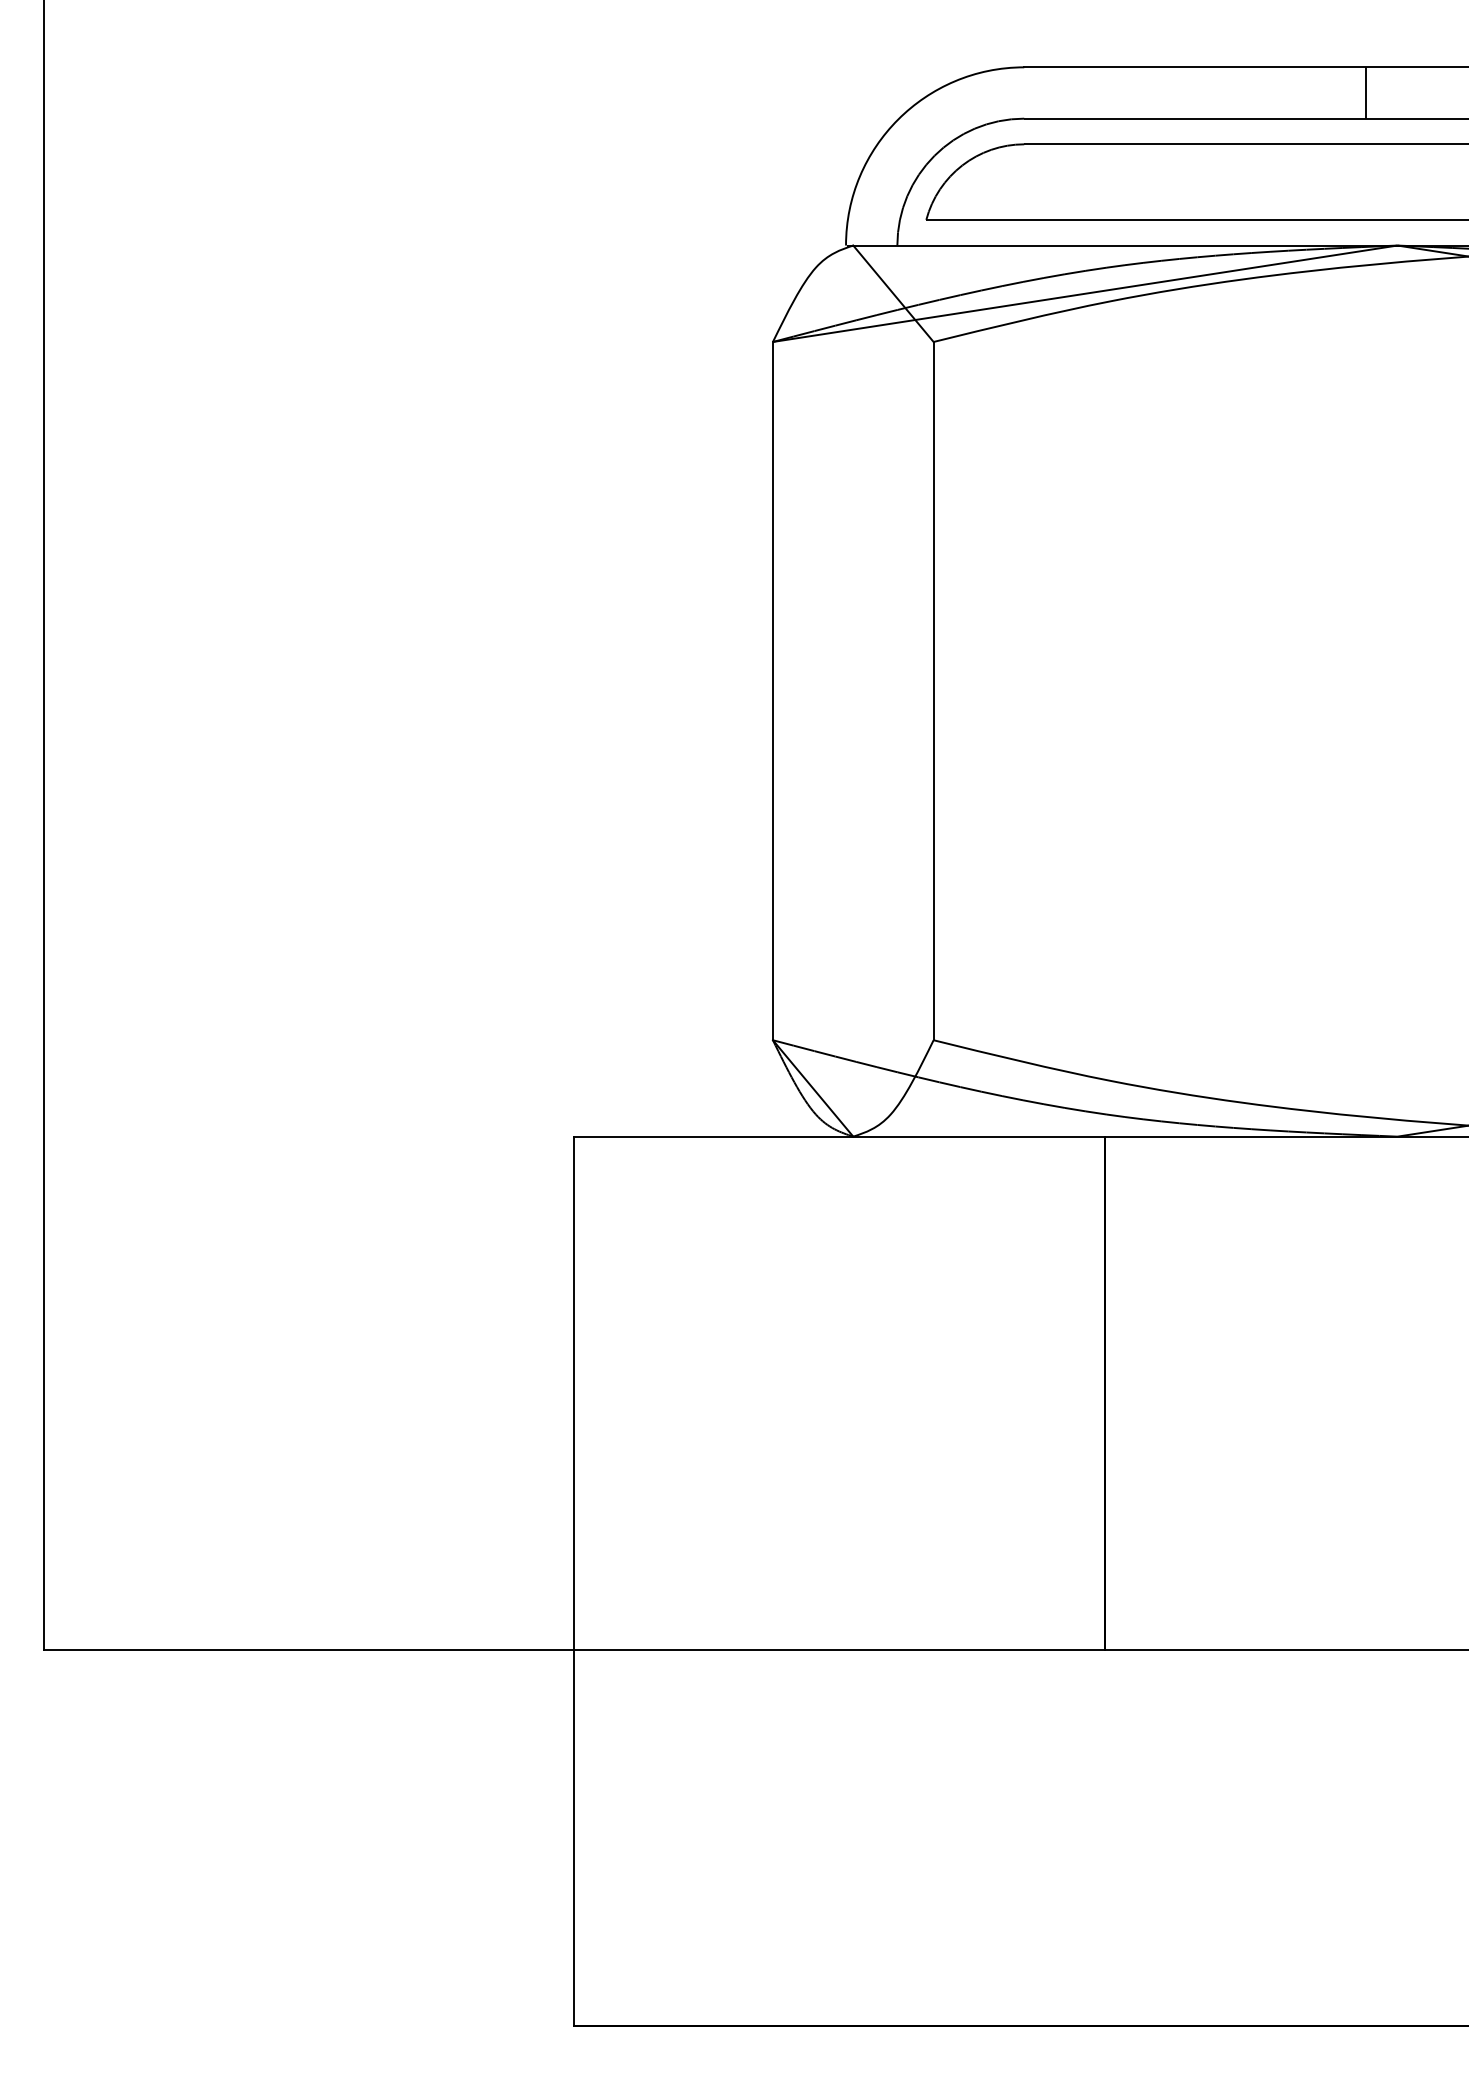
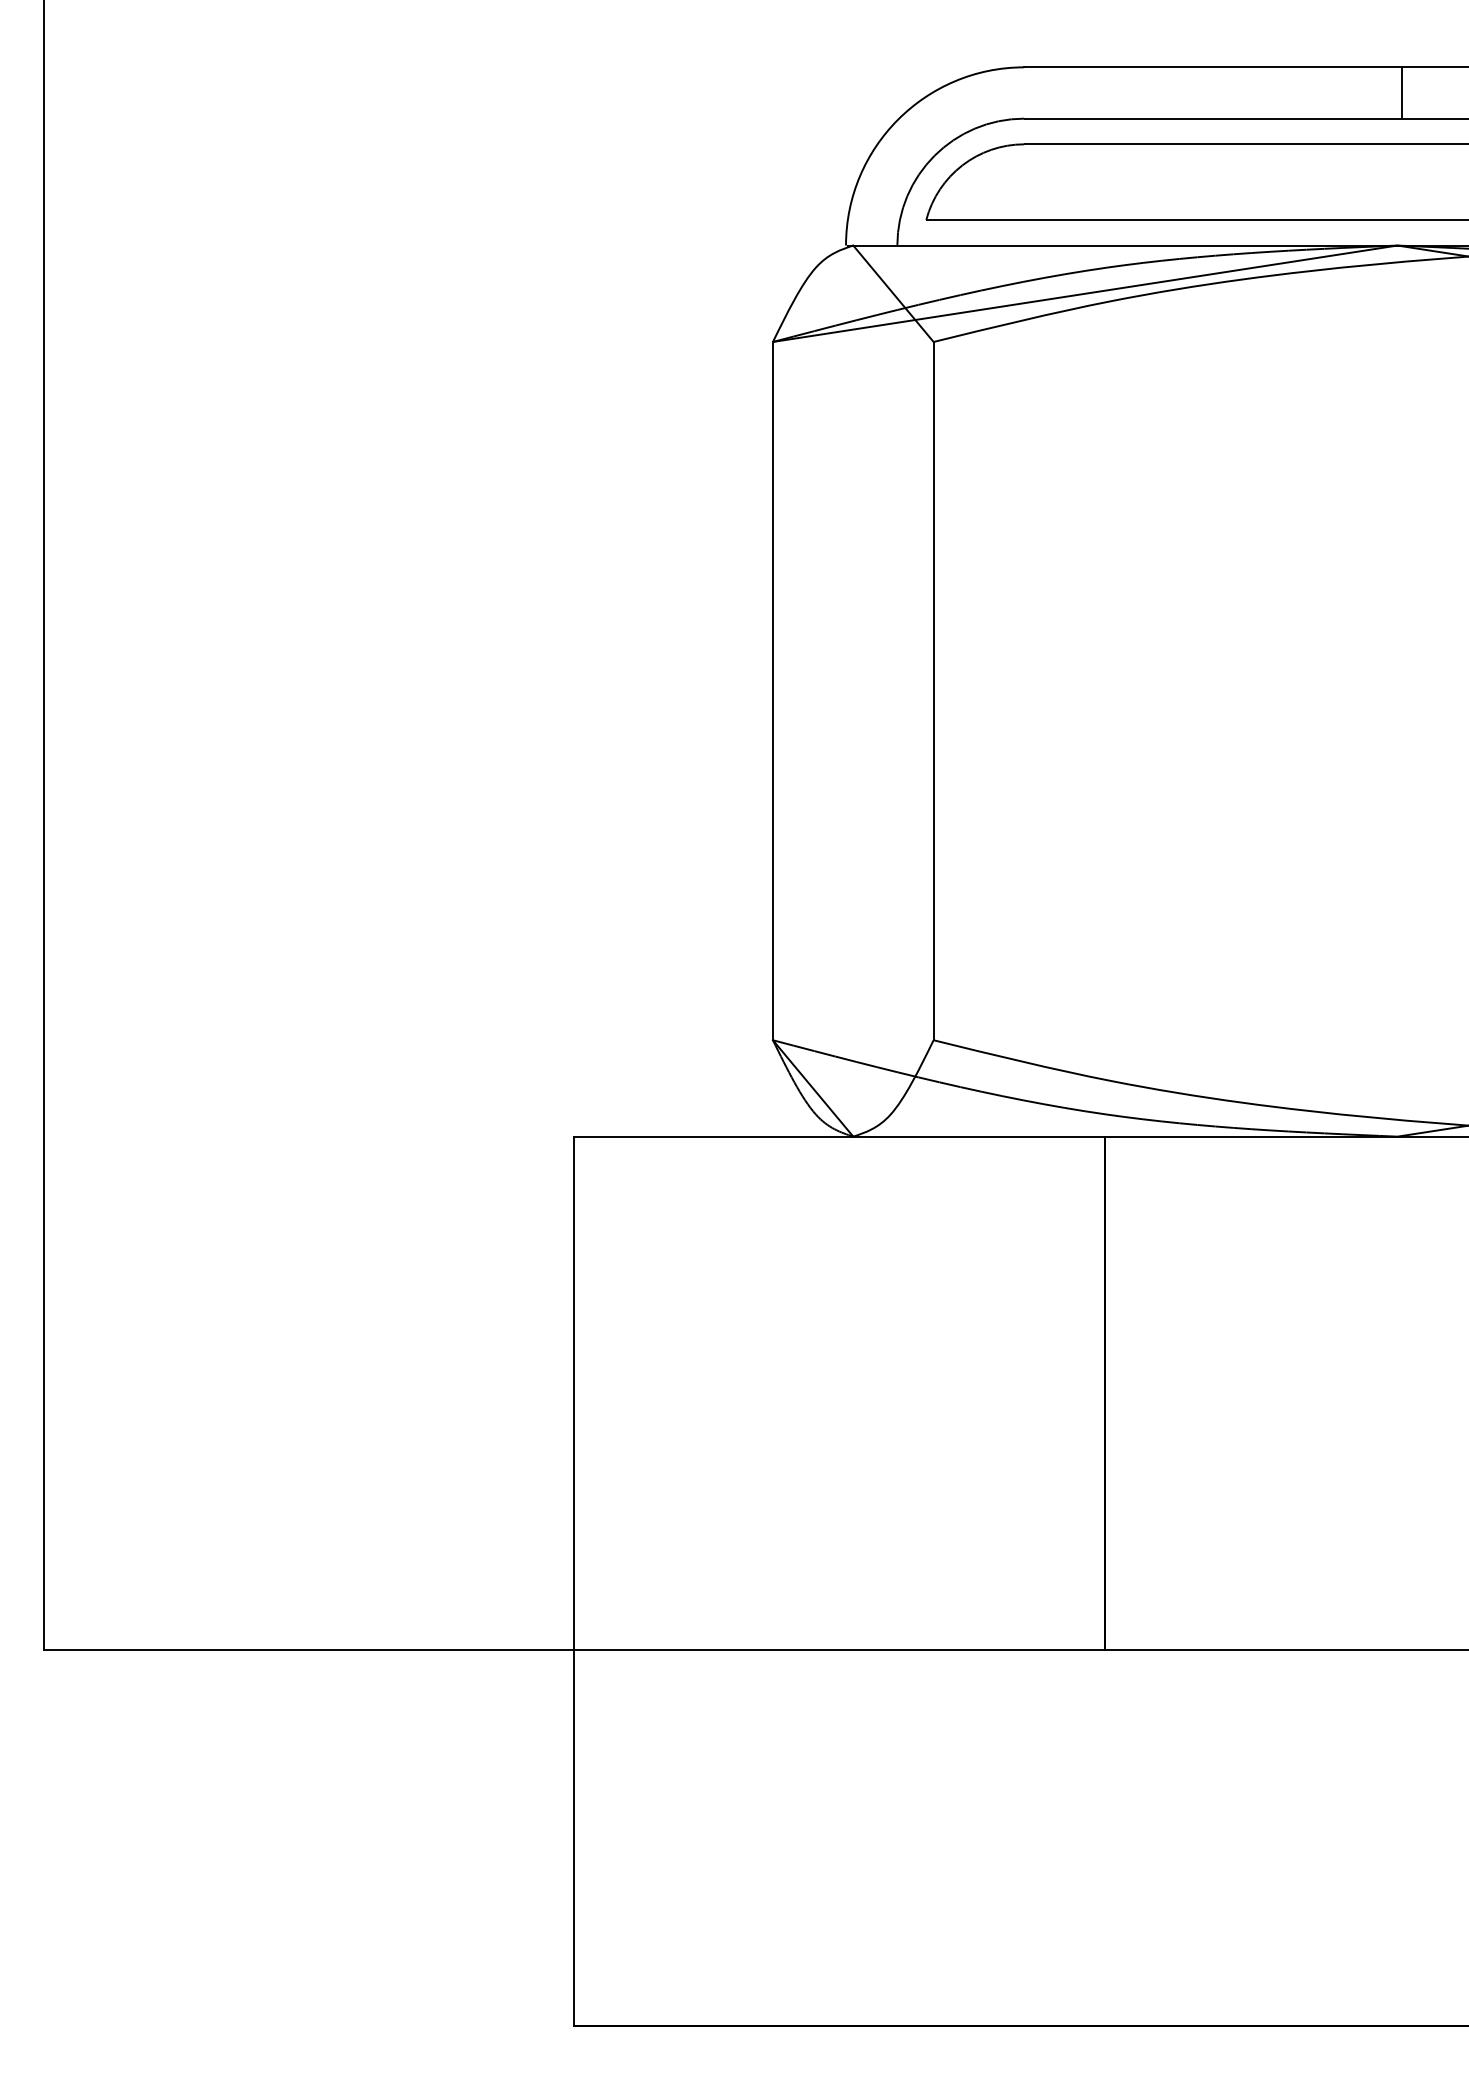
line at (1365, 92) position: (1365, 92) -> (1401, 92)
